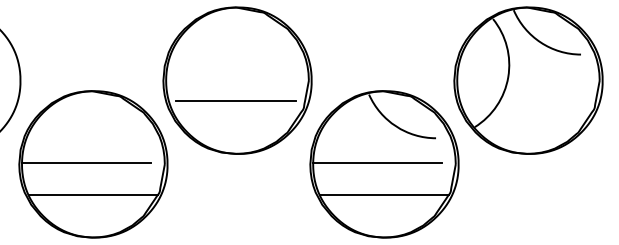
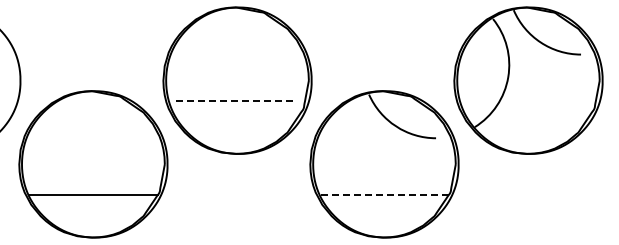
line at (236, 101): solid -> dashed
line at (86, 163): present -> none
line at (377, 163): present -> none
line at (383, 194): solid -> dashed
